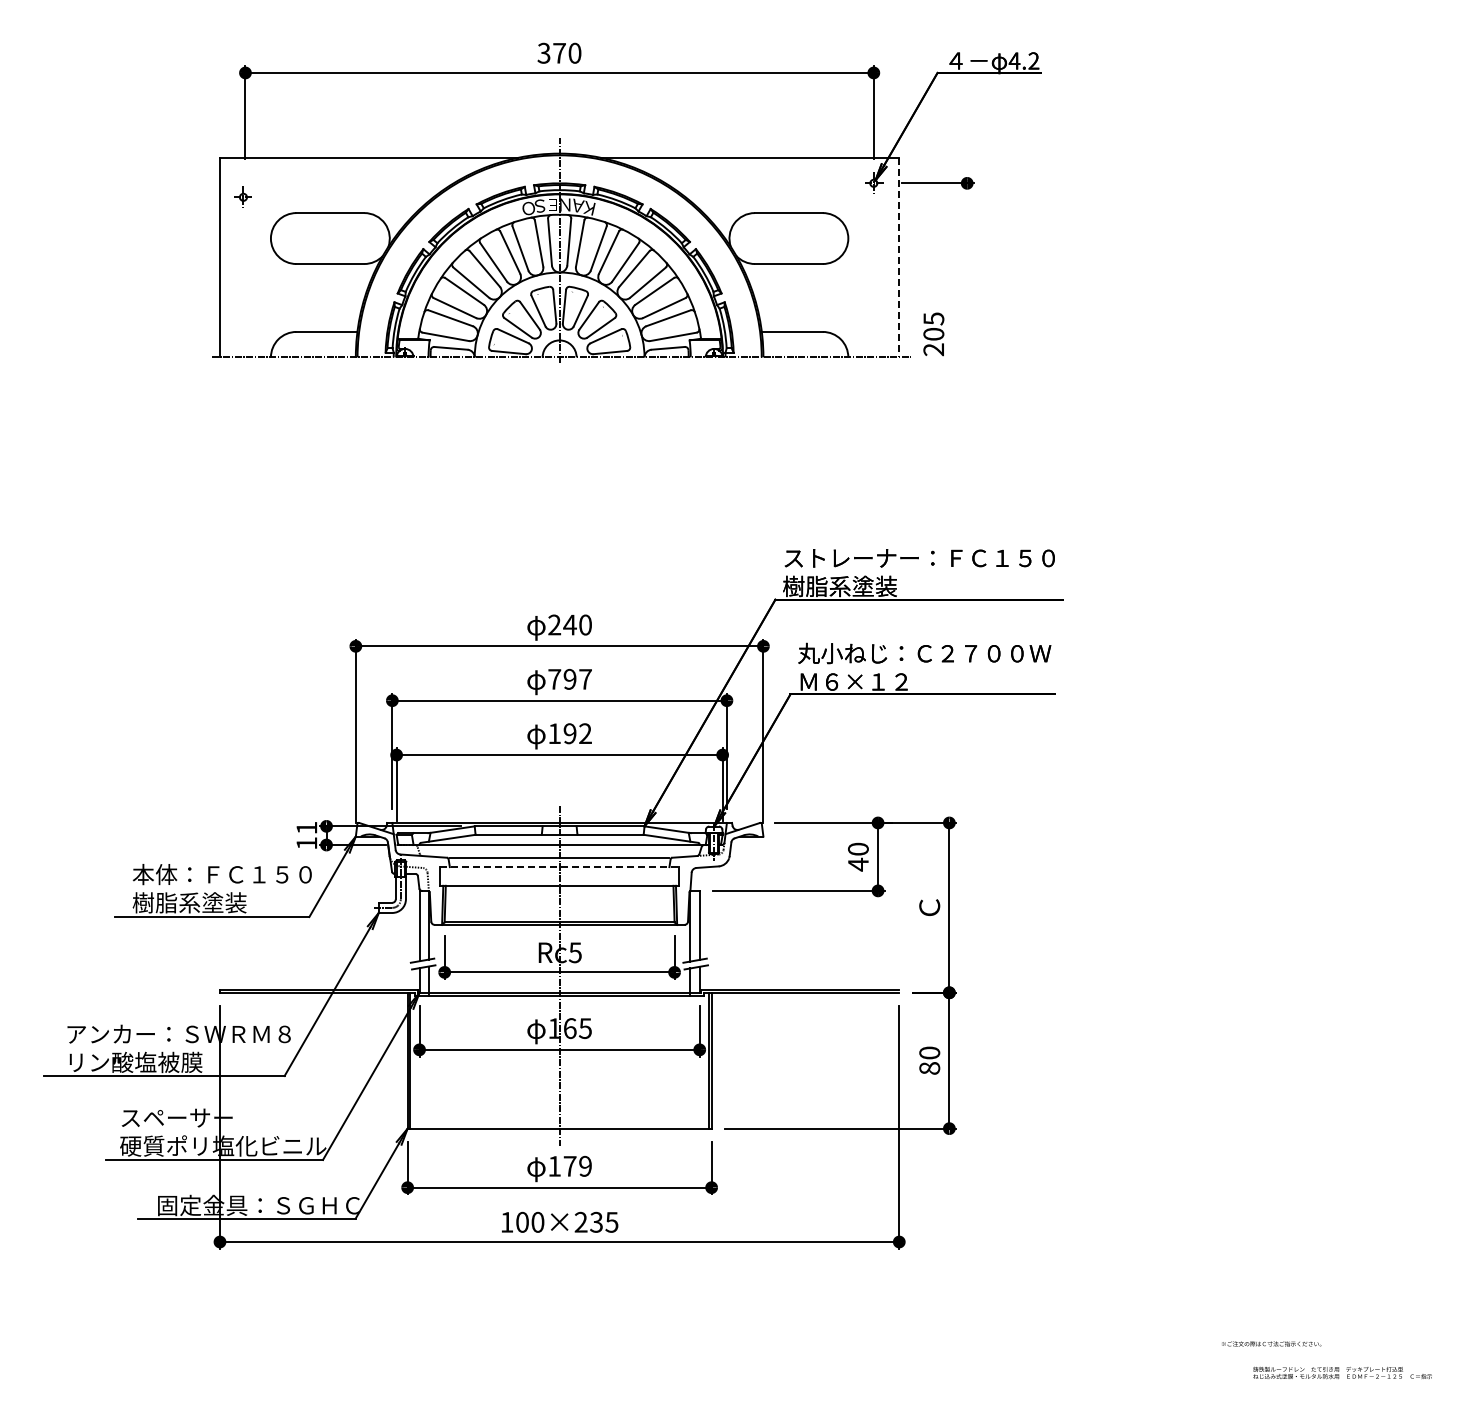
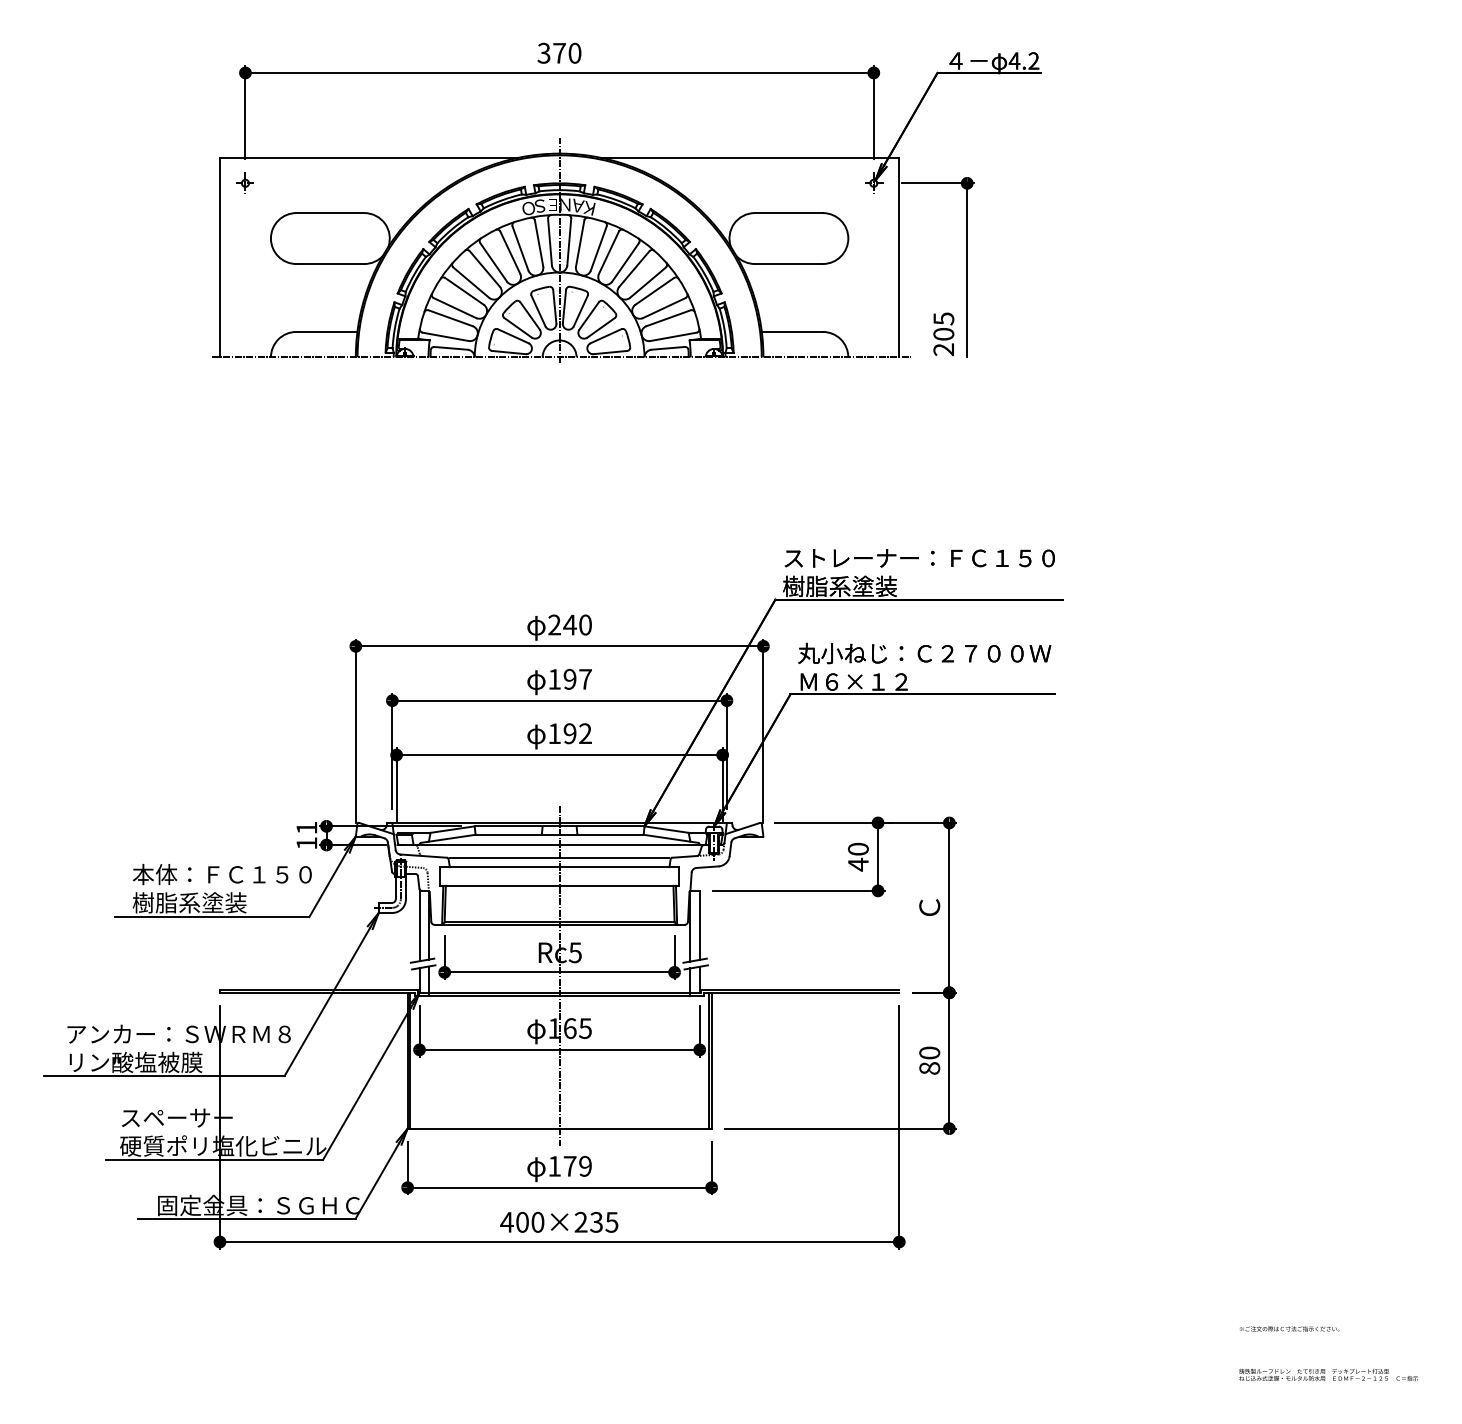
part at (242, 196) position: (242, 196) -> (244, 182)
line at (899, 257): dashed -> solid
line at (967, 270): none -> present
text at (933, 334) position: (933, 334) -> (943, 334)
text at (554, 679): 797 -> 197
line at (559, 867): dashed -> solid
text at (506, 1222): 100×235 -> 400×235
text at (1271, 1343) position: (1271, 1343) -> (1289, 1328)
text at (1342, 1372) position: (1342, 1372) -> (1328, 1374)
